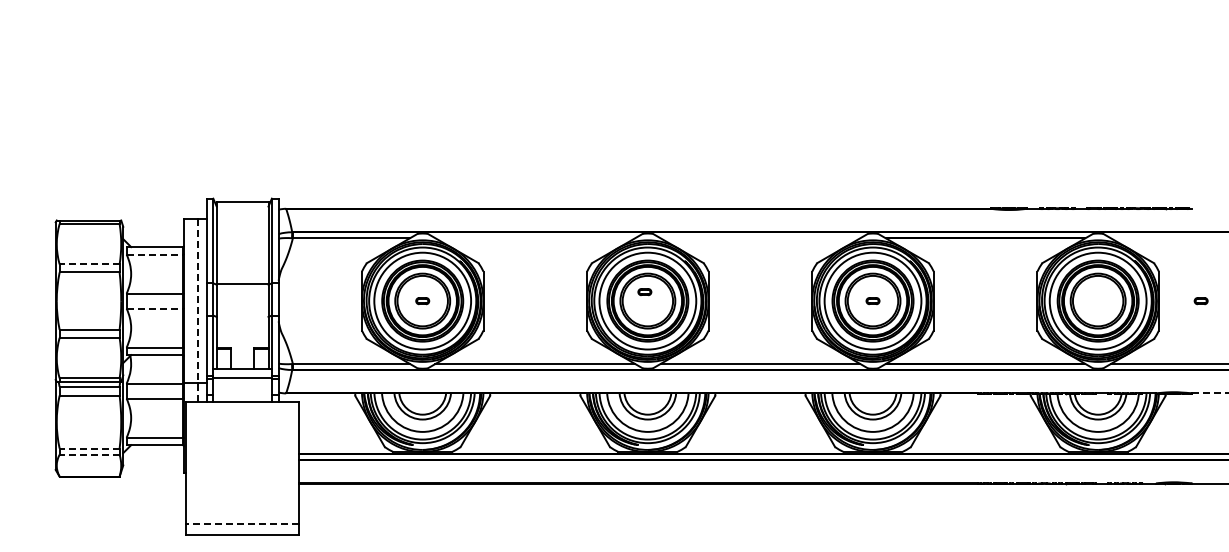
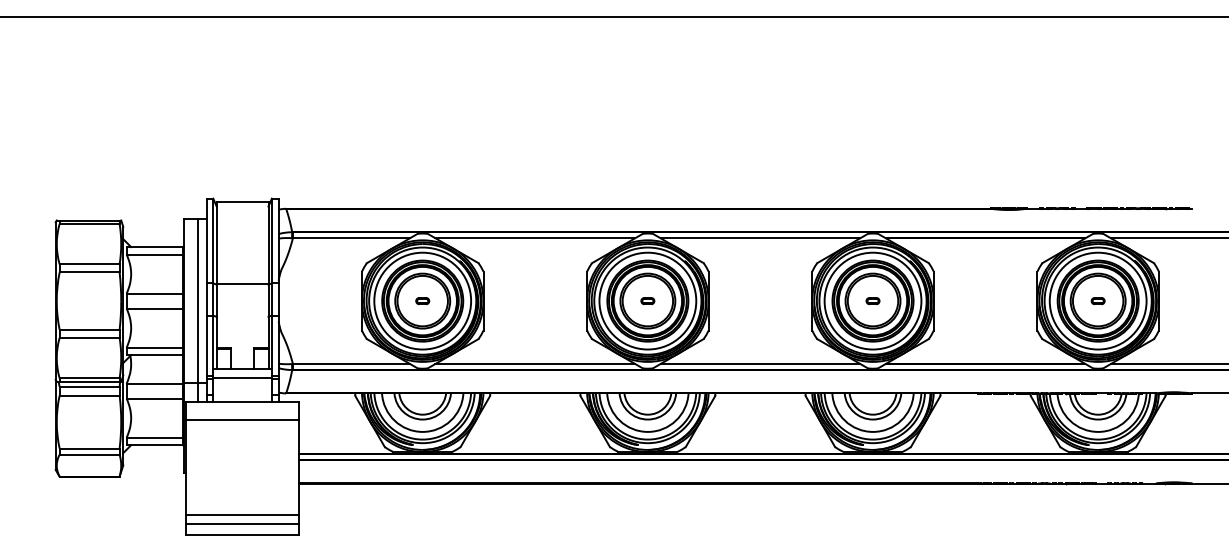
line at (613, 16): none -> present
line at (535, 238): none -> present
line at (760, 238): none -> present
line at (1167, 238): none -> present
line at (155, 254): dashed -> solid
line at (89, 264): dashed -> solid
part at (644, 292) position: (644, 292) -> (647, 301)
part at (1200, 301) position: (1200, 301) -> (1097, 301)
line at (155, 308): dashed -> solid
line at (197, 310): dashed -> solid
line at (1210, 393): dashed -> solid
line at (242, 420): none -> present
line at (89, 448): dashed -> solid
line at (89, 454): dashed -> solid
line at (242, 515): none -> present
line at (242, 524): dashed -> solid
